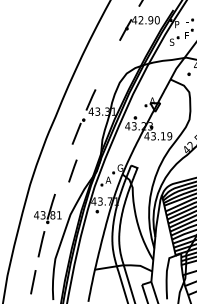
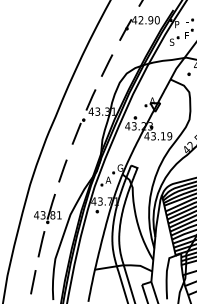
line at (107, 65): none -> present
line at (72, 170) position: (72, 170) -> (62, 170)
